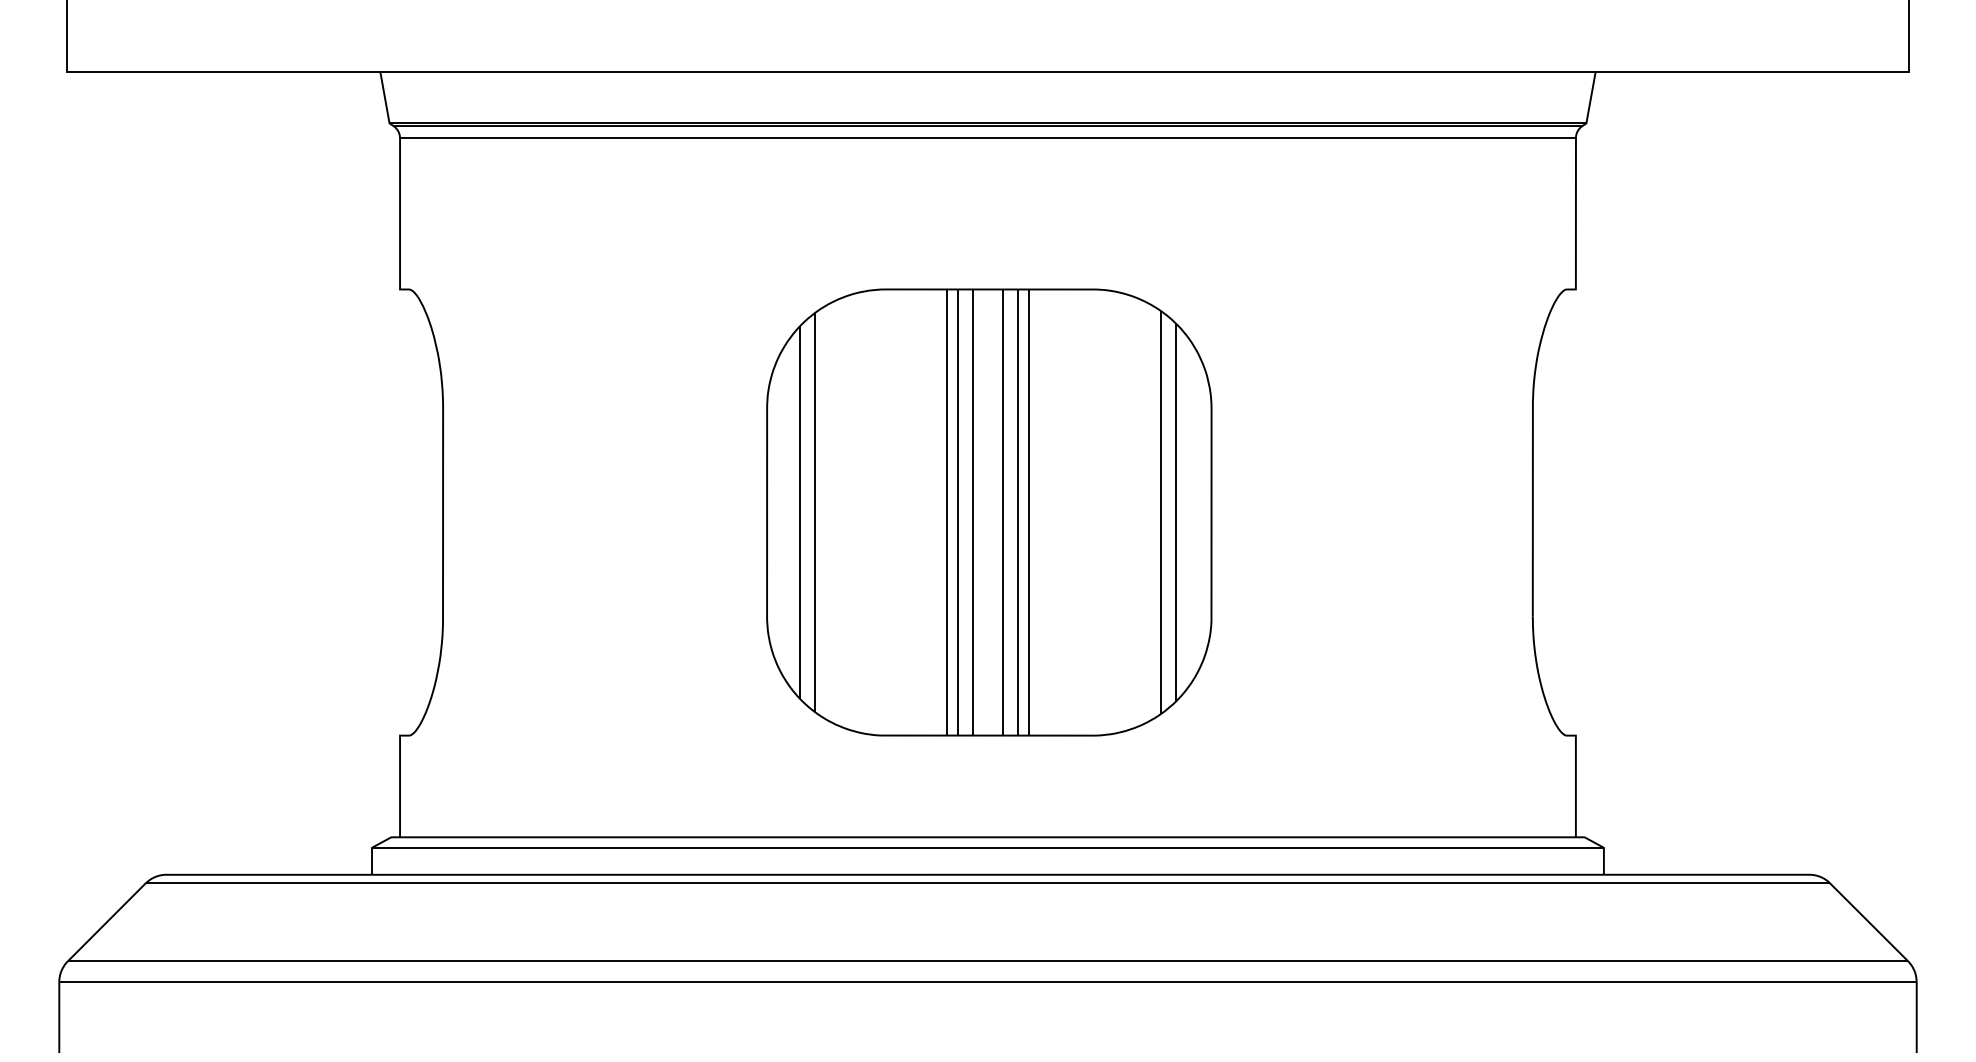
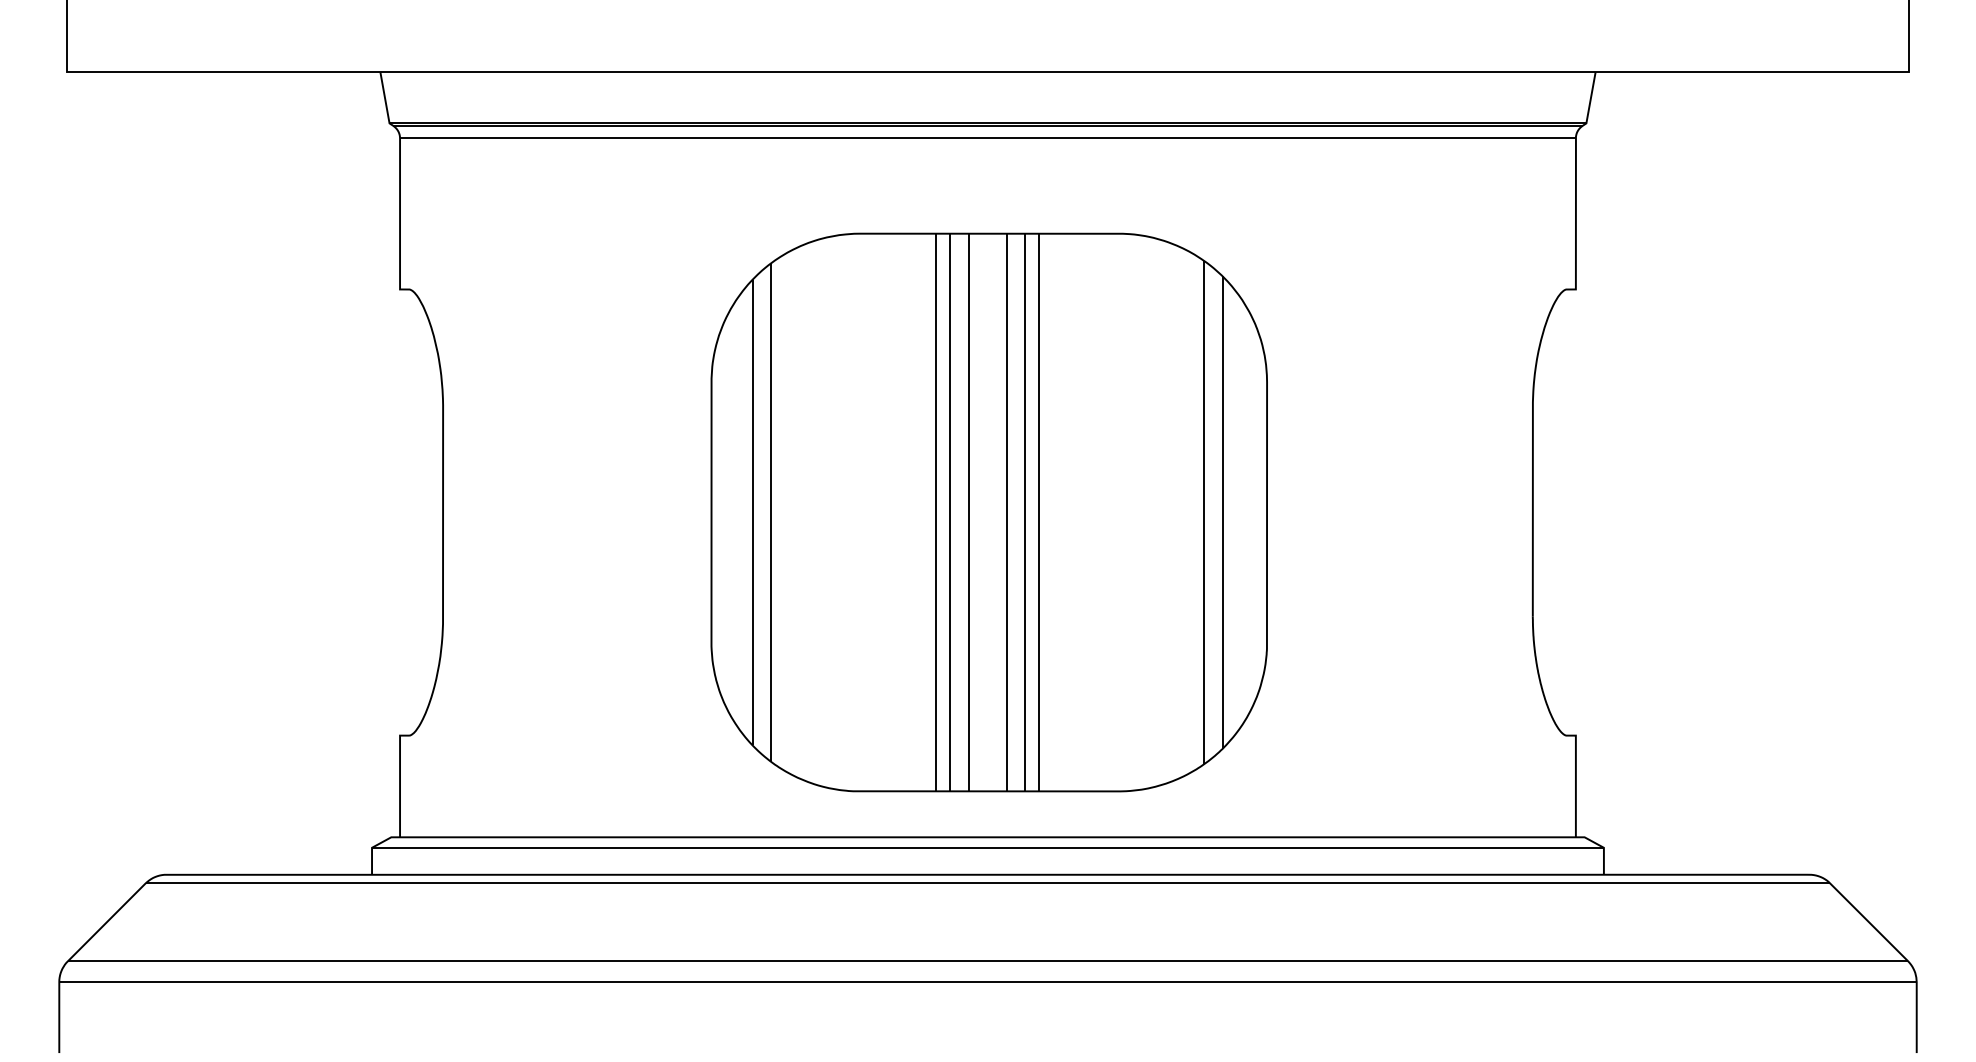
part at (989, 512) size: 447x449 px -> 558x561 px
